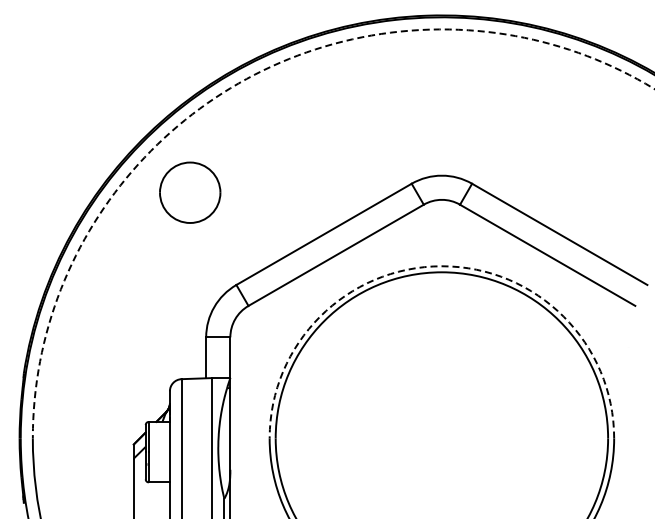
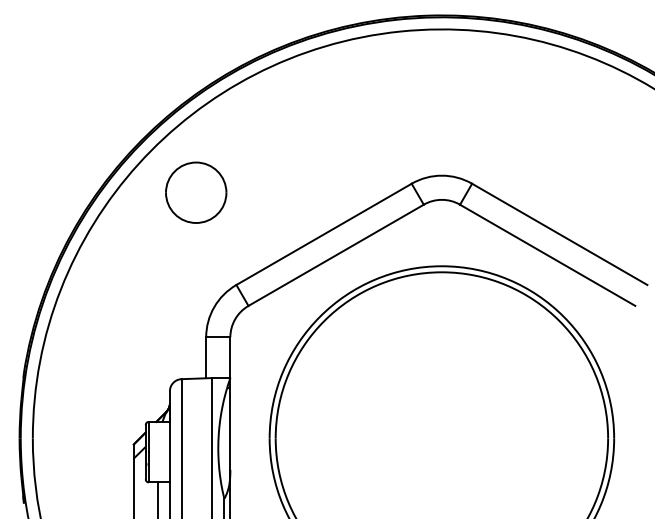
arc at (245, 79): dashed -> solid
part at (190, 192) position: (190, 192) -> (196, 192)
arc at (441, 266): dashed -> solid
line at (157, 498): none -> present
